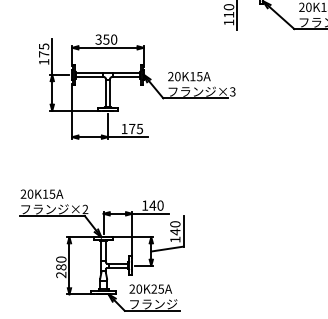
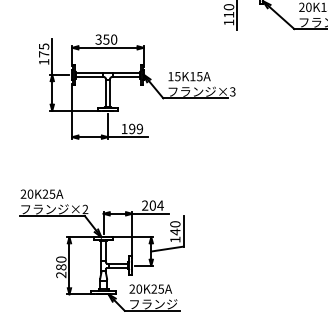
text at (174, 76): 20K15A -> 15K15A
text at (136, 128): 175 -> 199
text at (45, 193): 20K15A -> 20K25A
text at (152, 205): 140 -> 204
